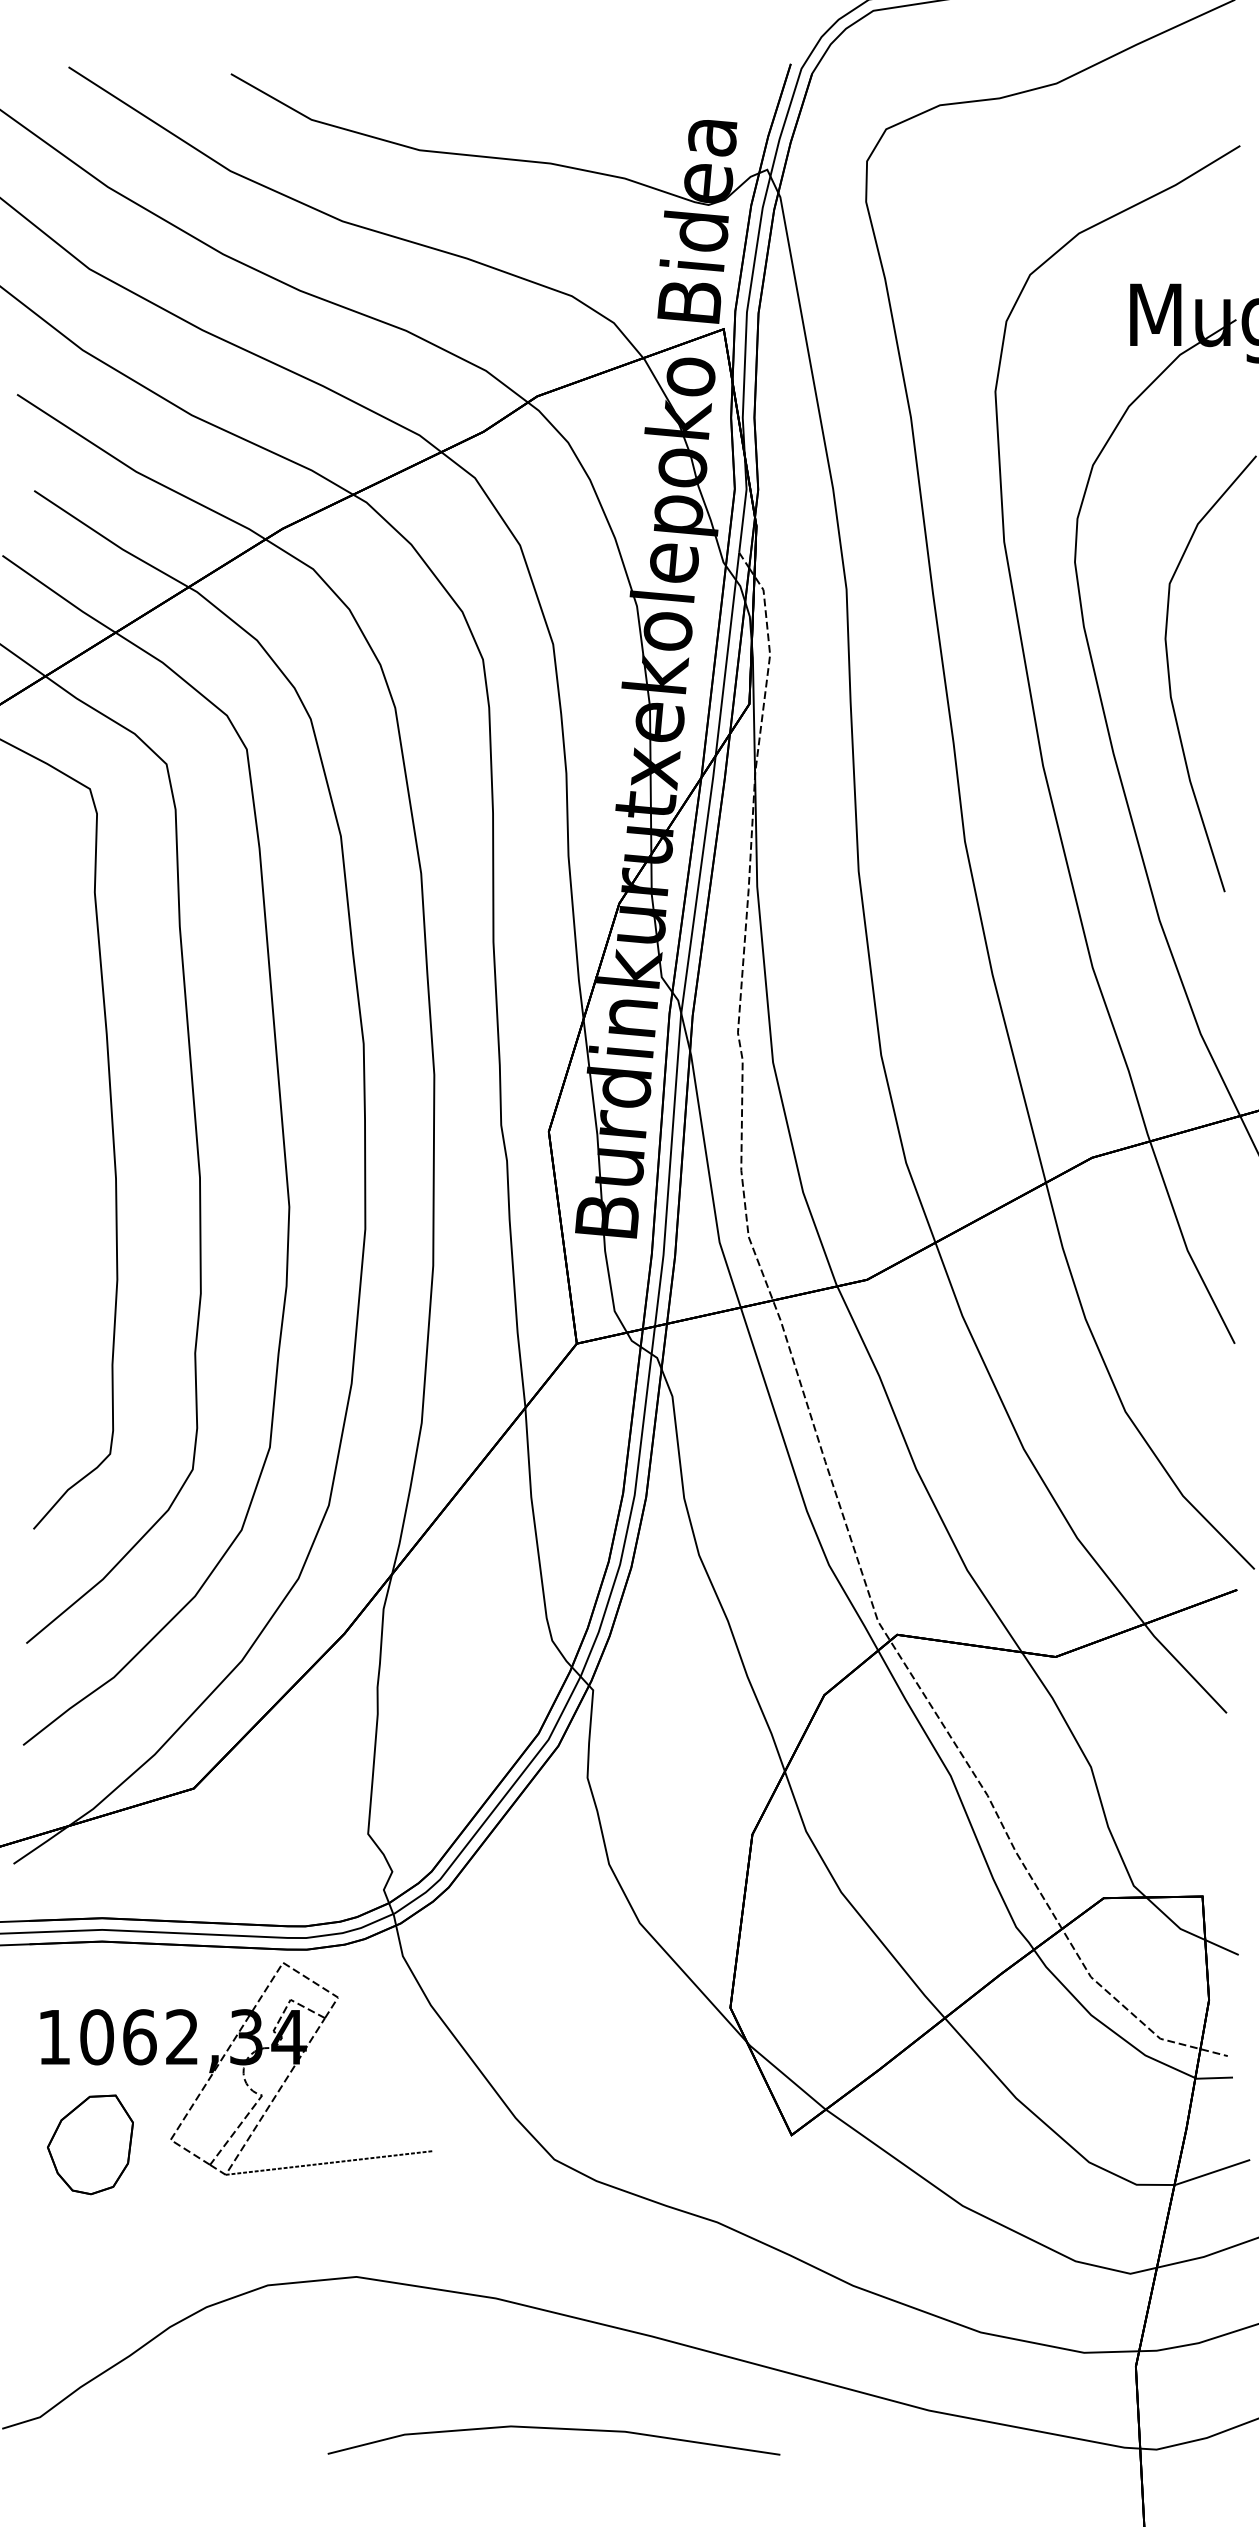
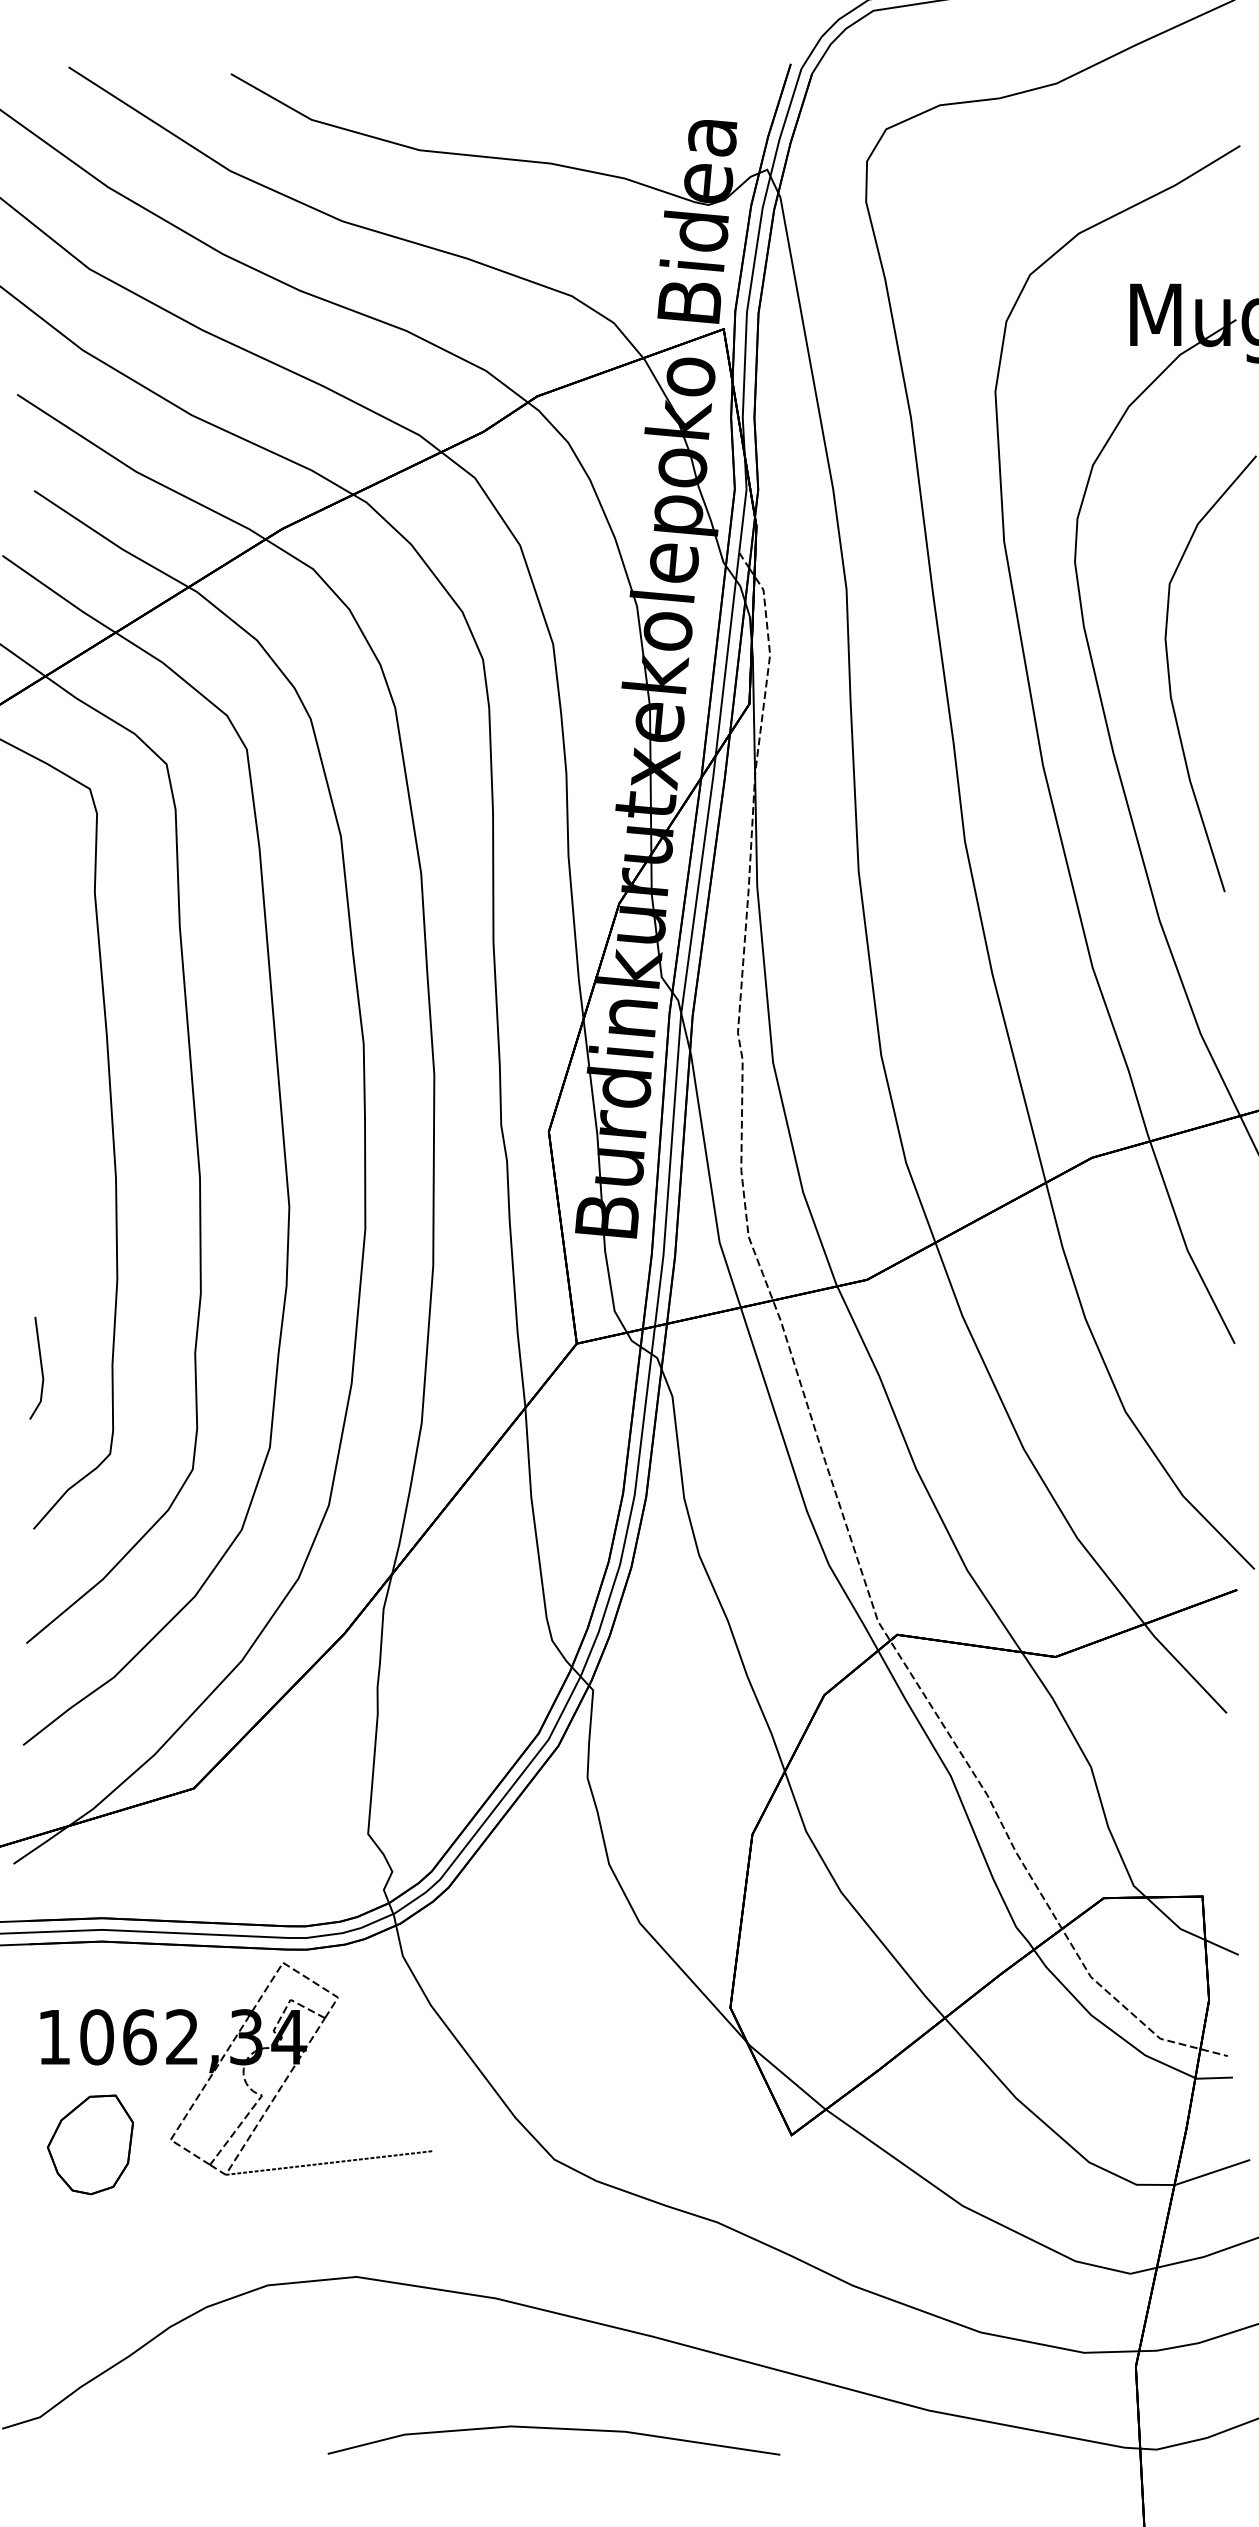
part at (36, 1367): none -> present
